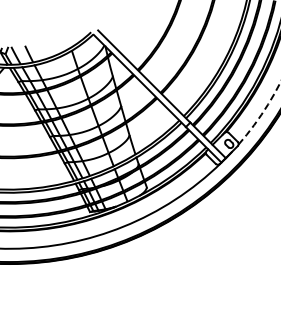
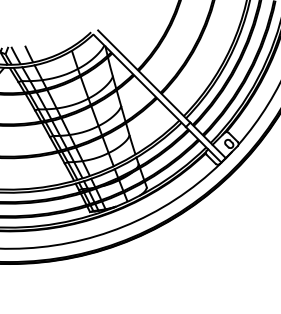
arc at (261, 114): dashed -> solid
